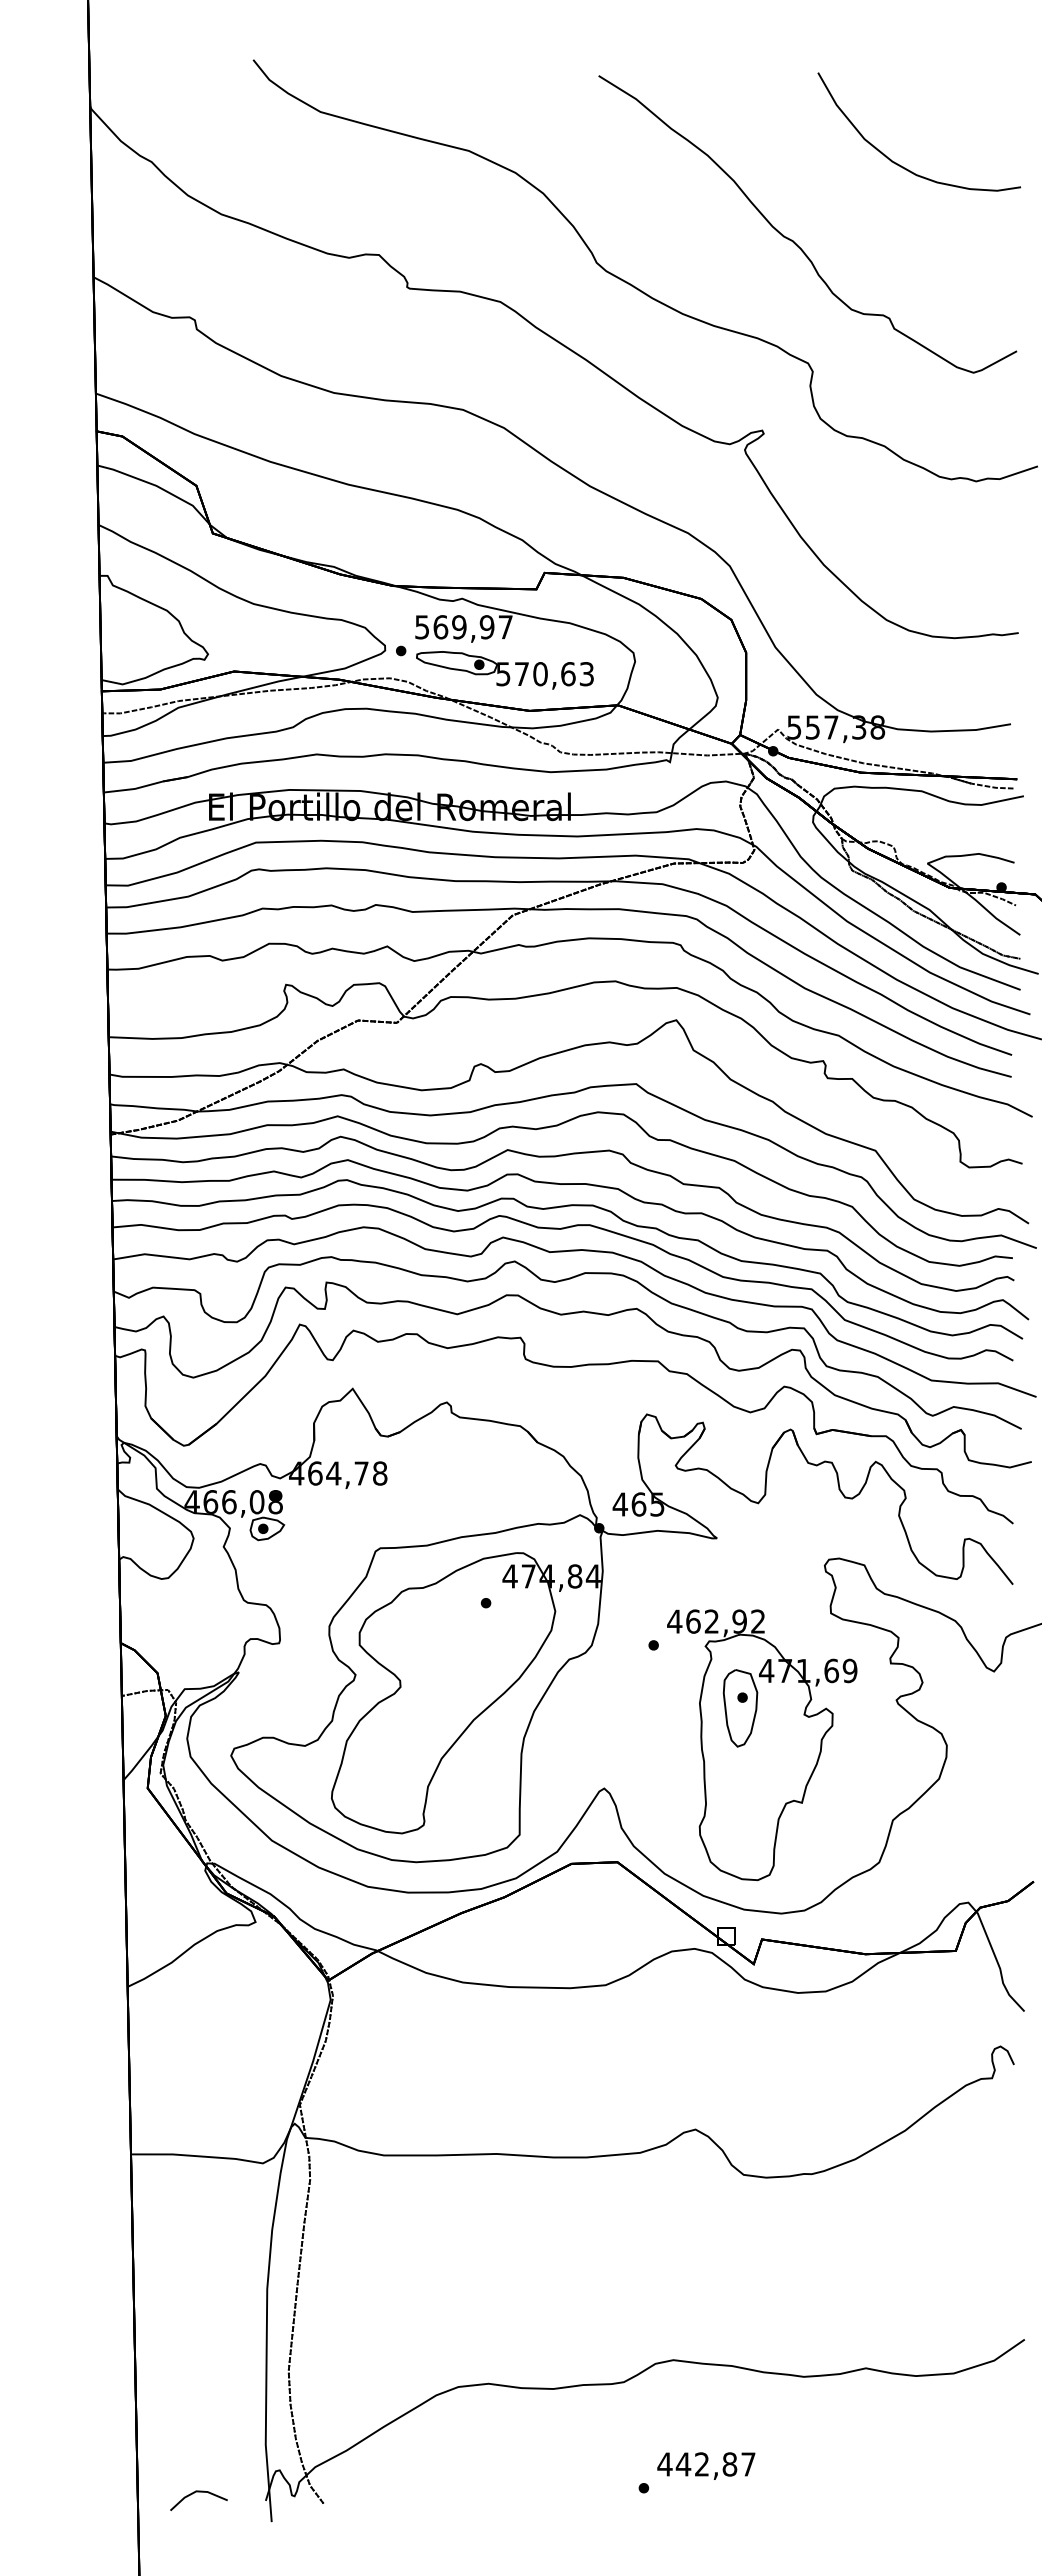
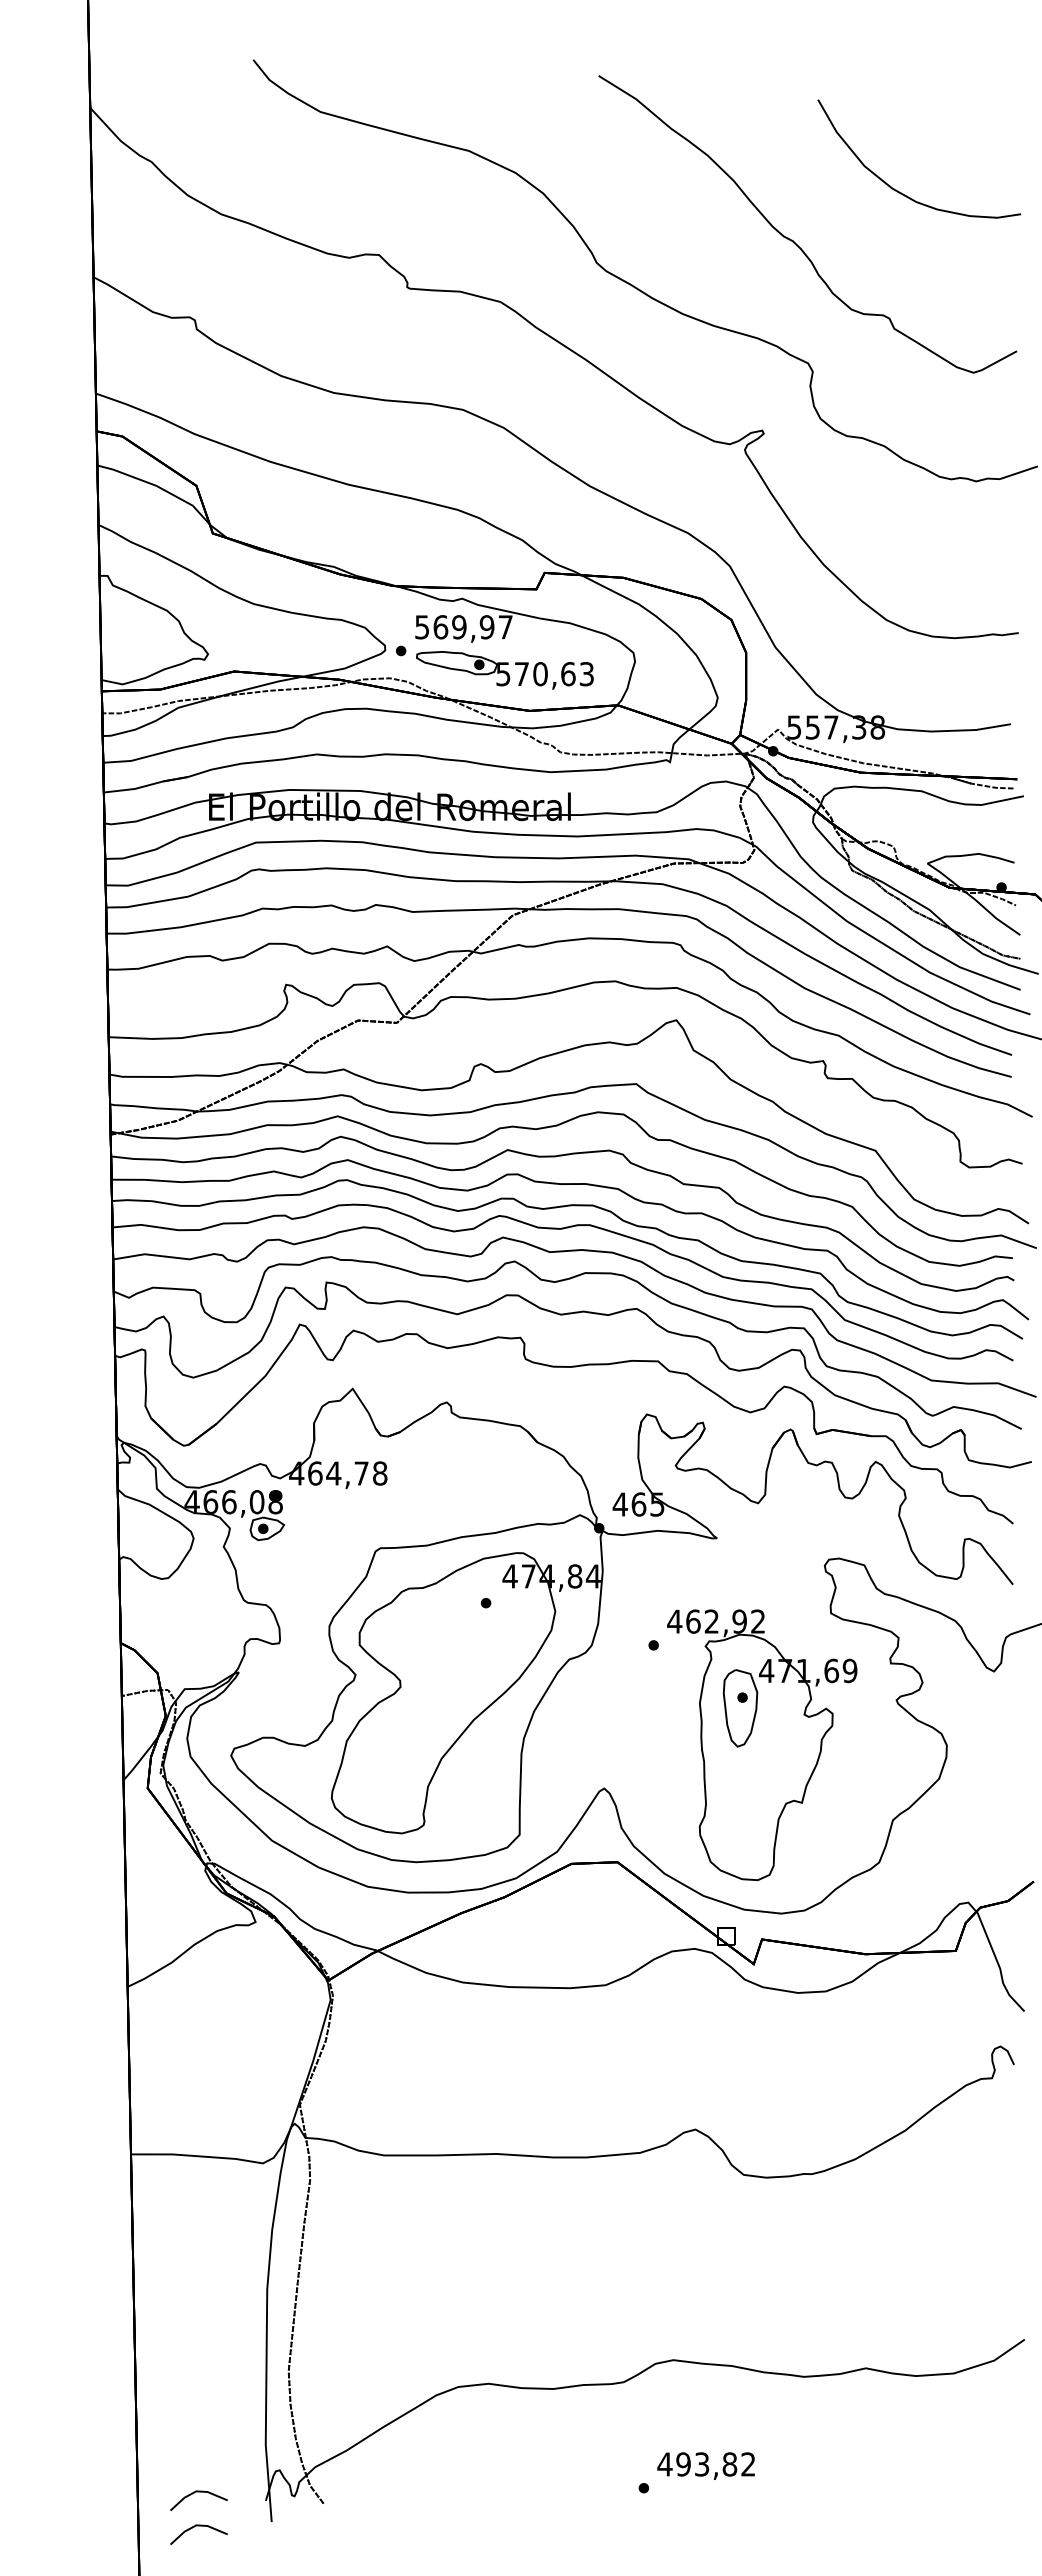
curve at (898, 163) position: (898, 163) -> (898, 190)
text at (715, 2464): 442,87 -> 493,82
line at (198, 2526): none -> present
